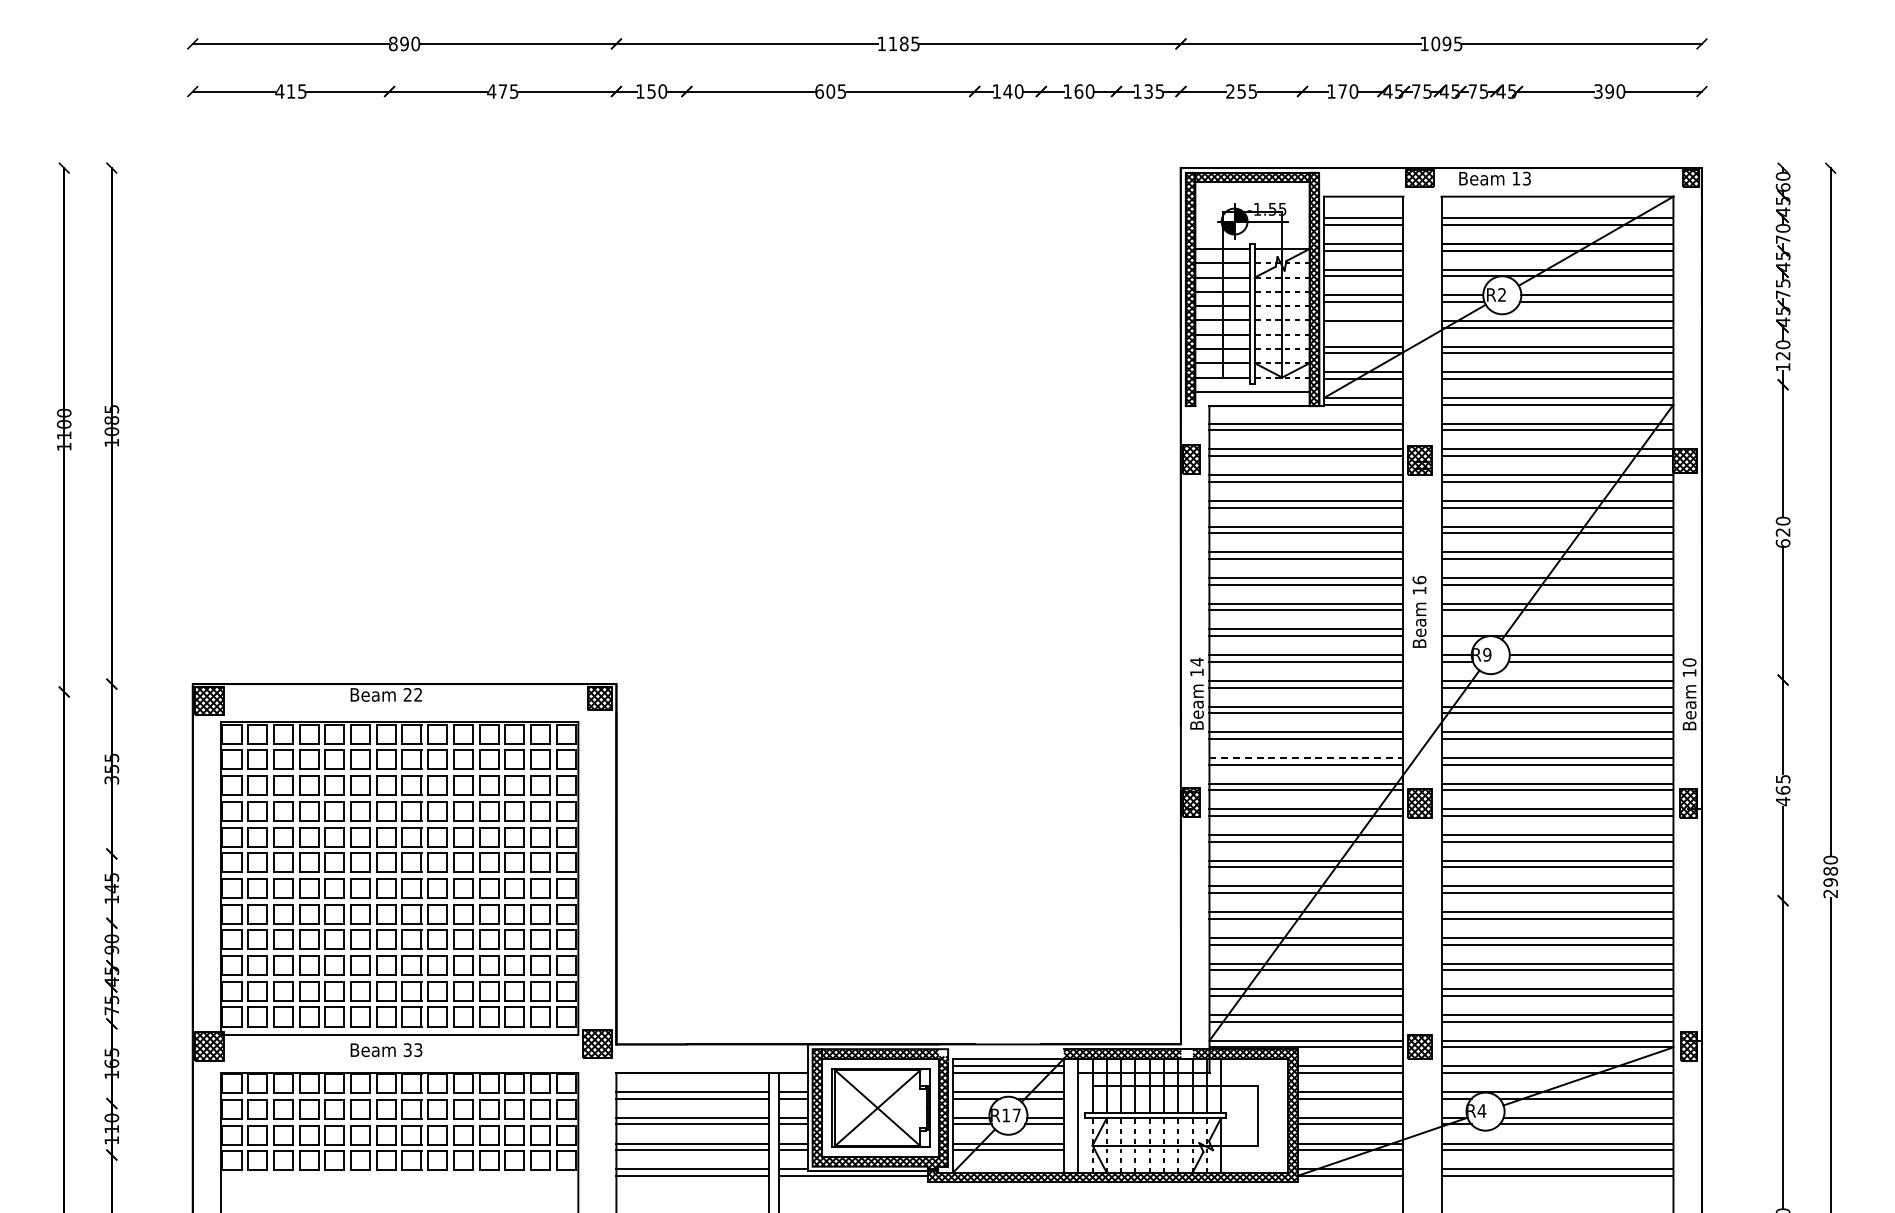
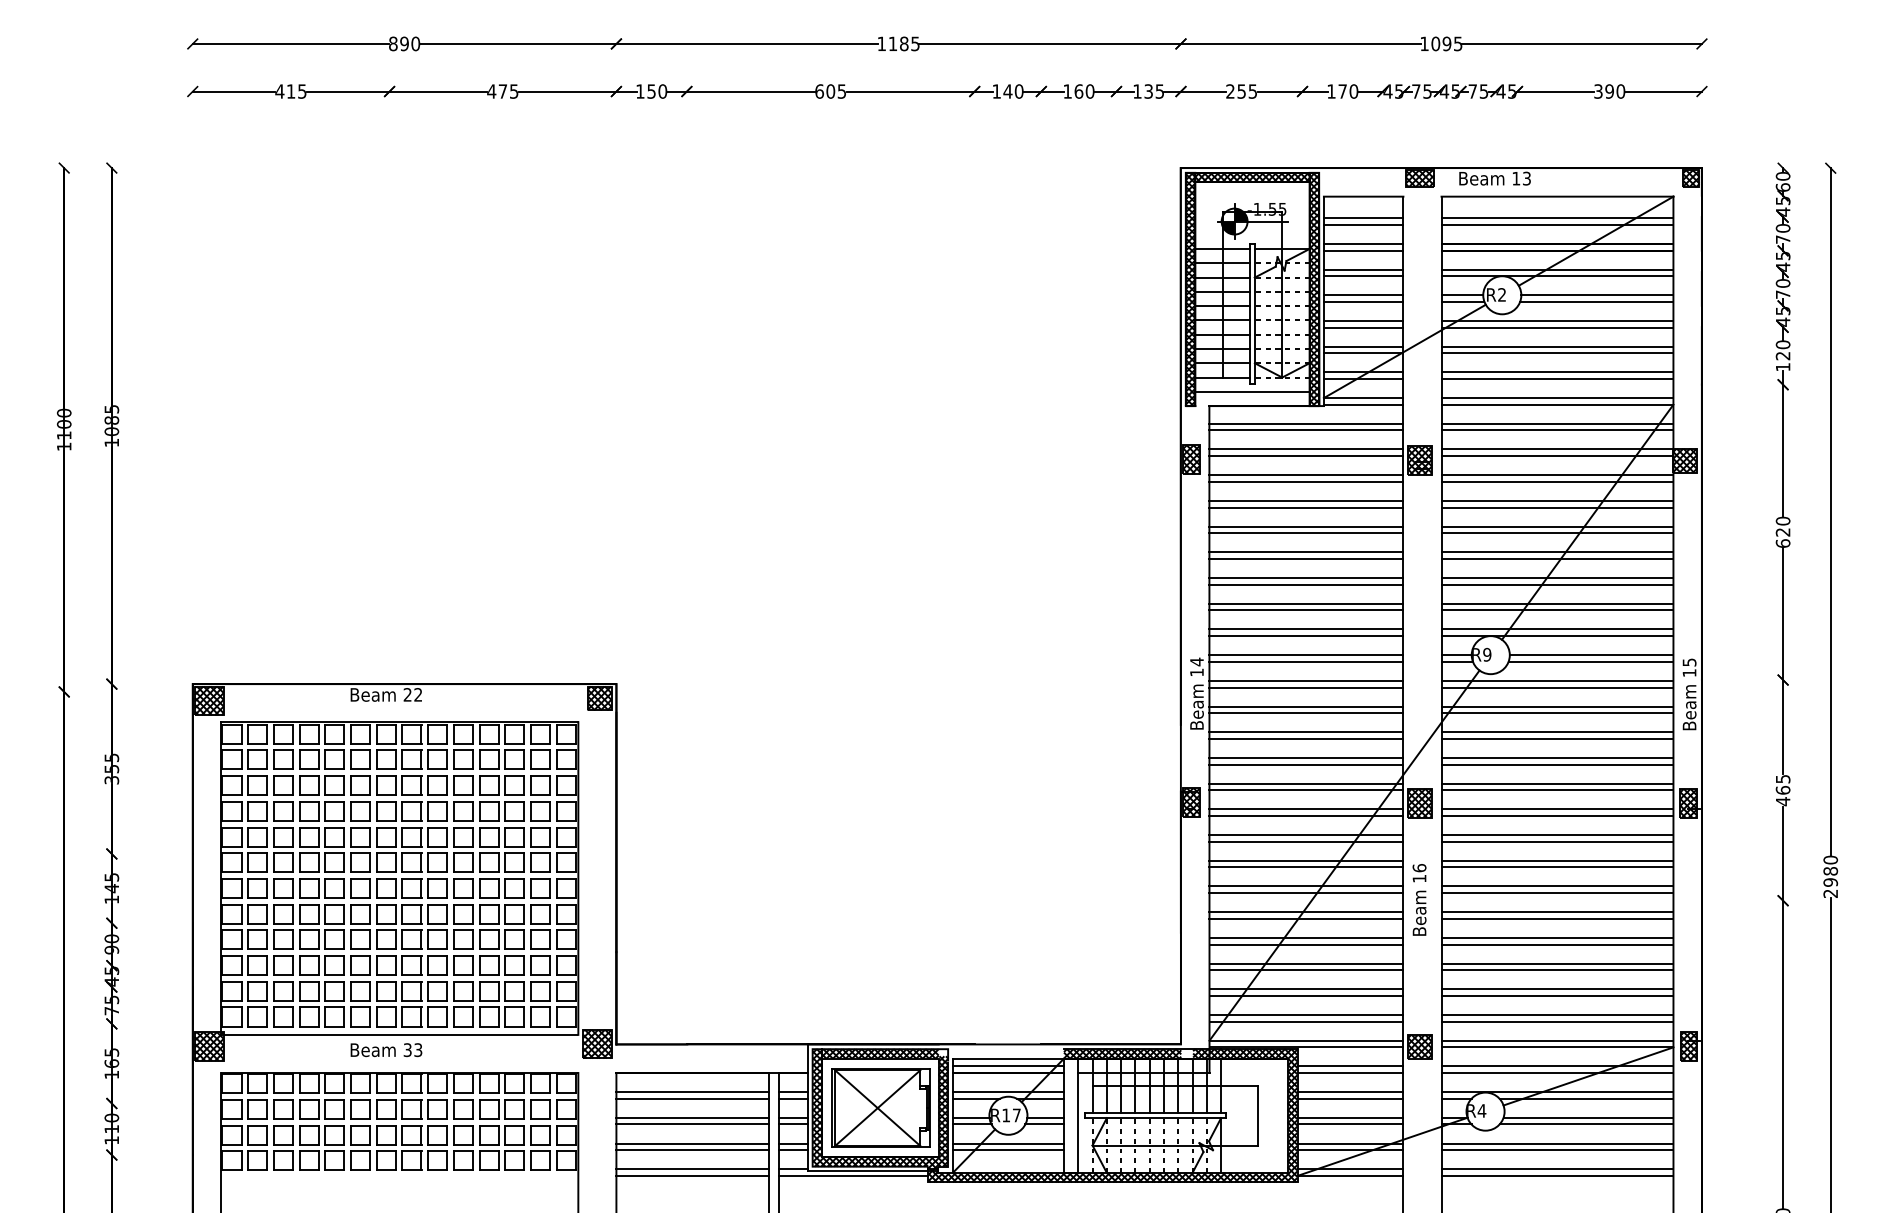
text at (1782, 283): 75 -> 70
line at (1363, 327): none -> present
text at (1419, 611) position: (1419, 611) -> (1419, 899)
line at (1557, 629): none -> present
text at (1689, 662): 10 -> 15
line at (1306, 757): dashed -> solid
